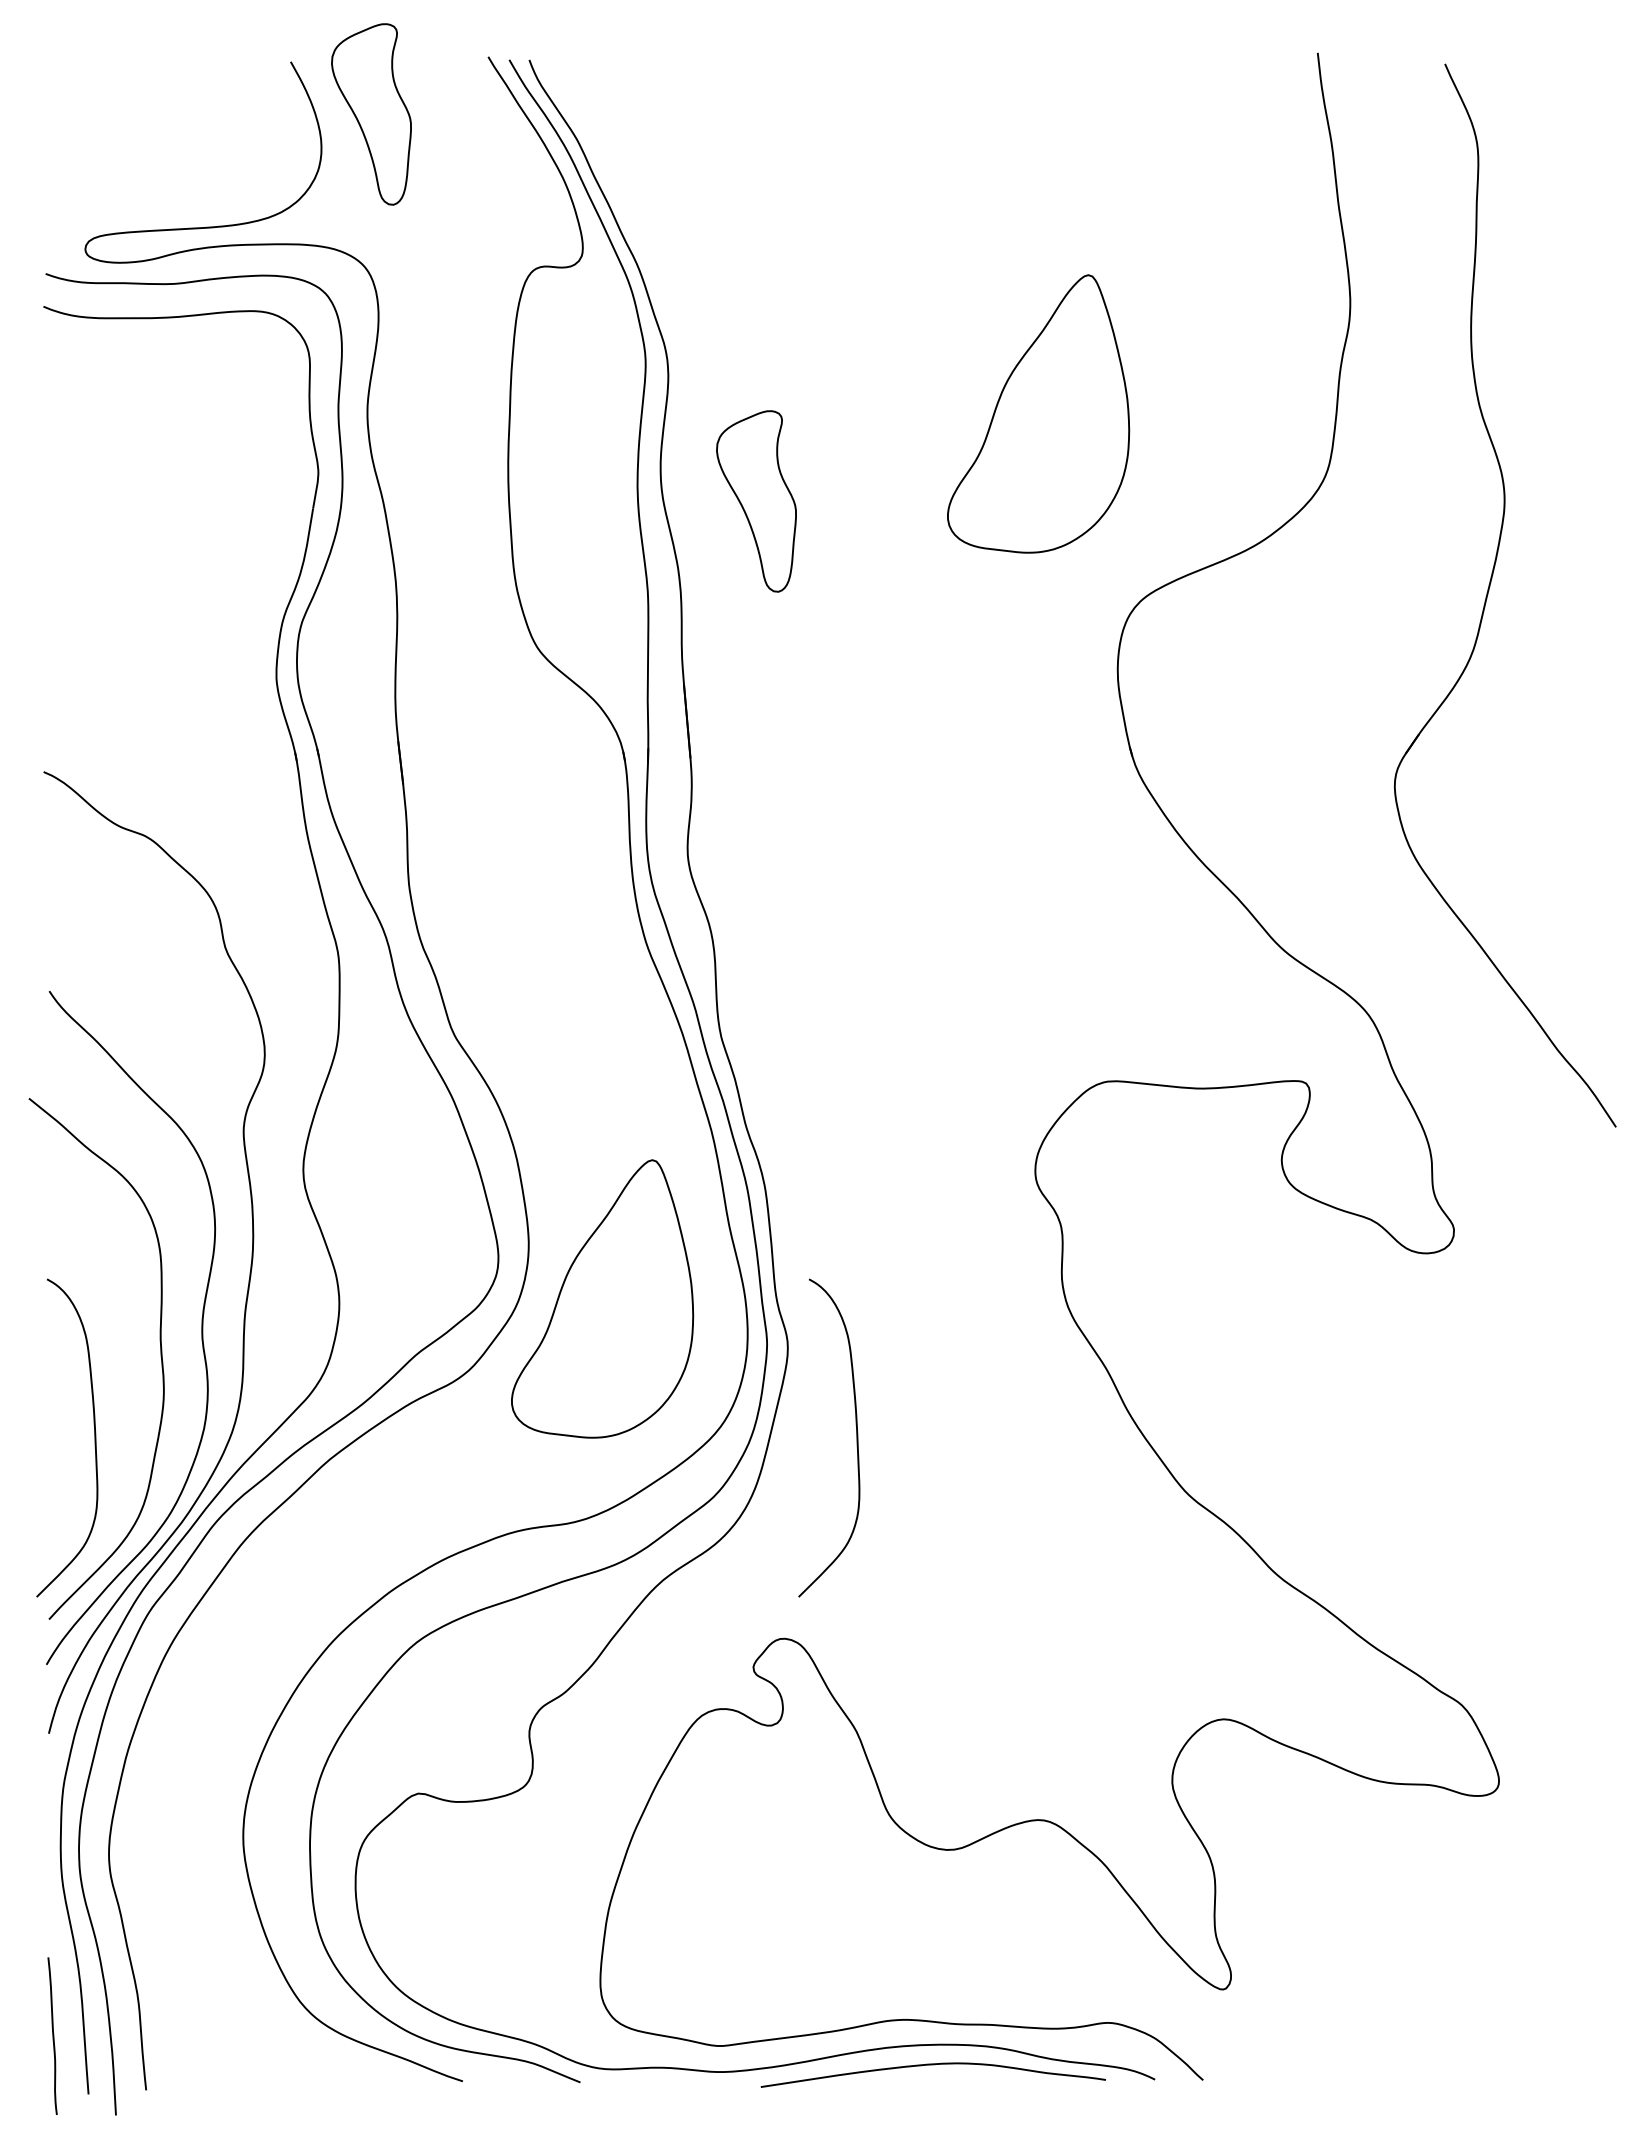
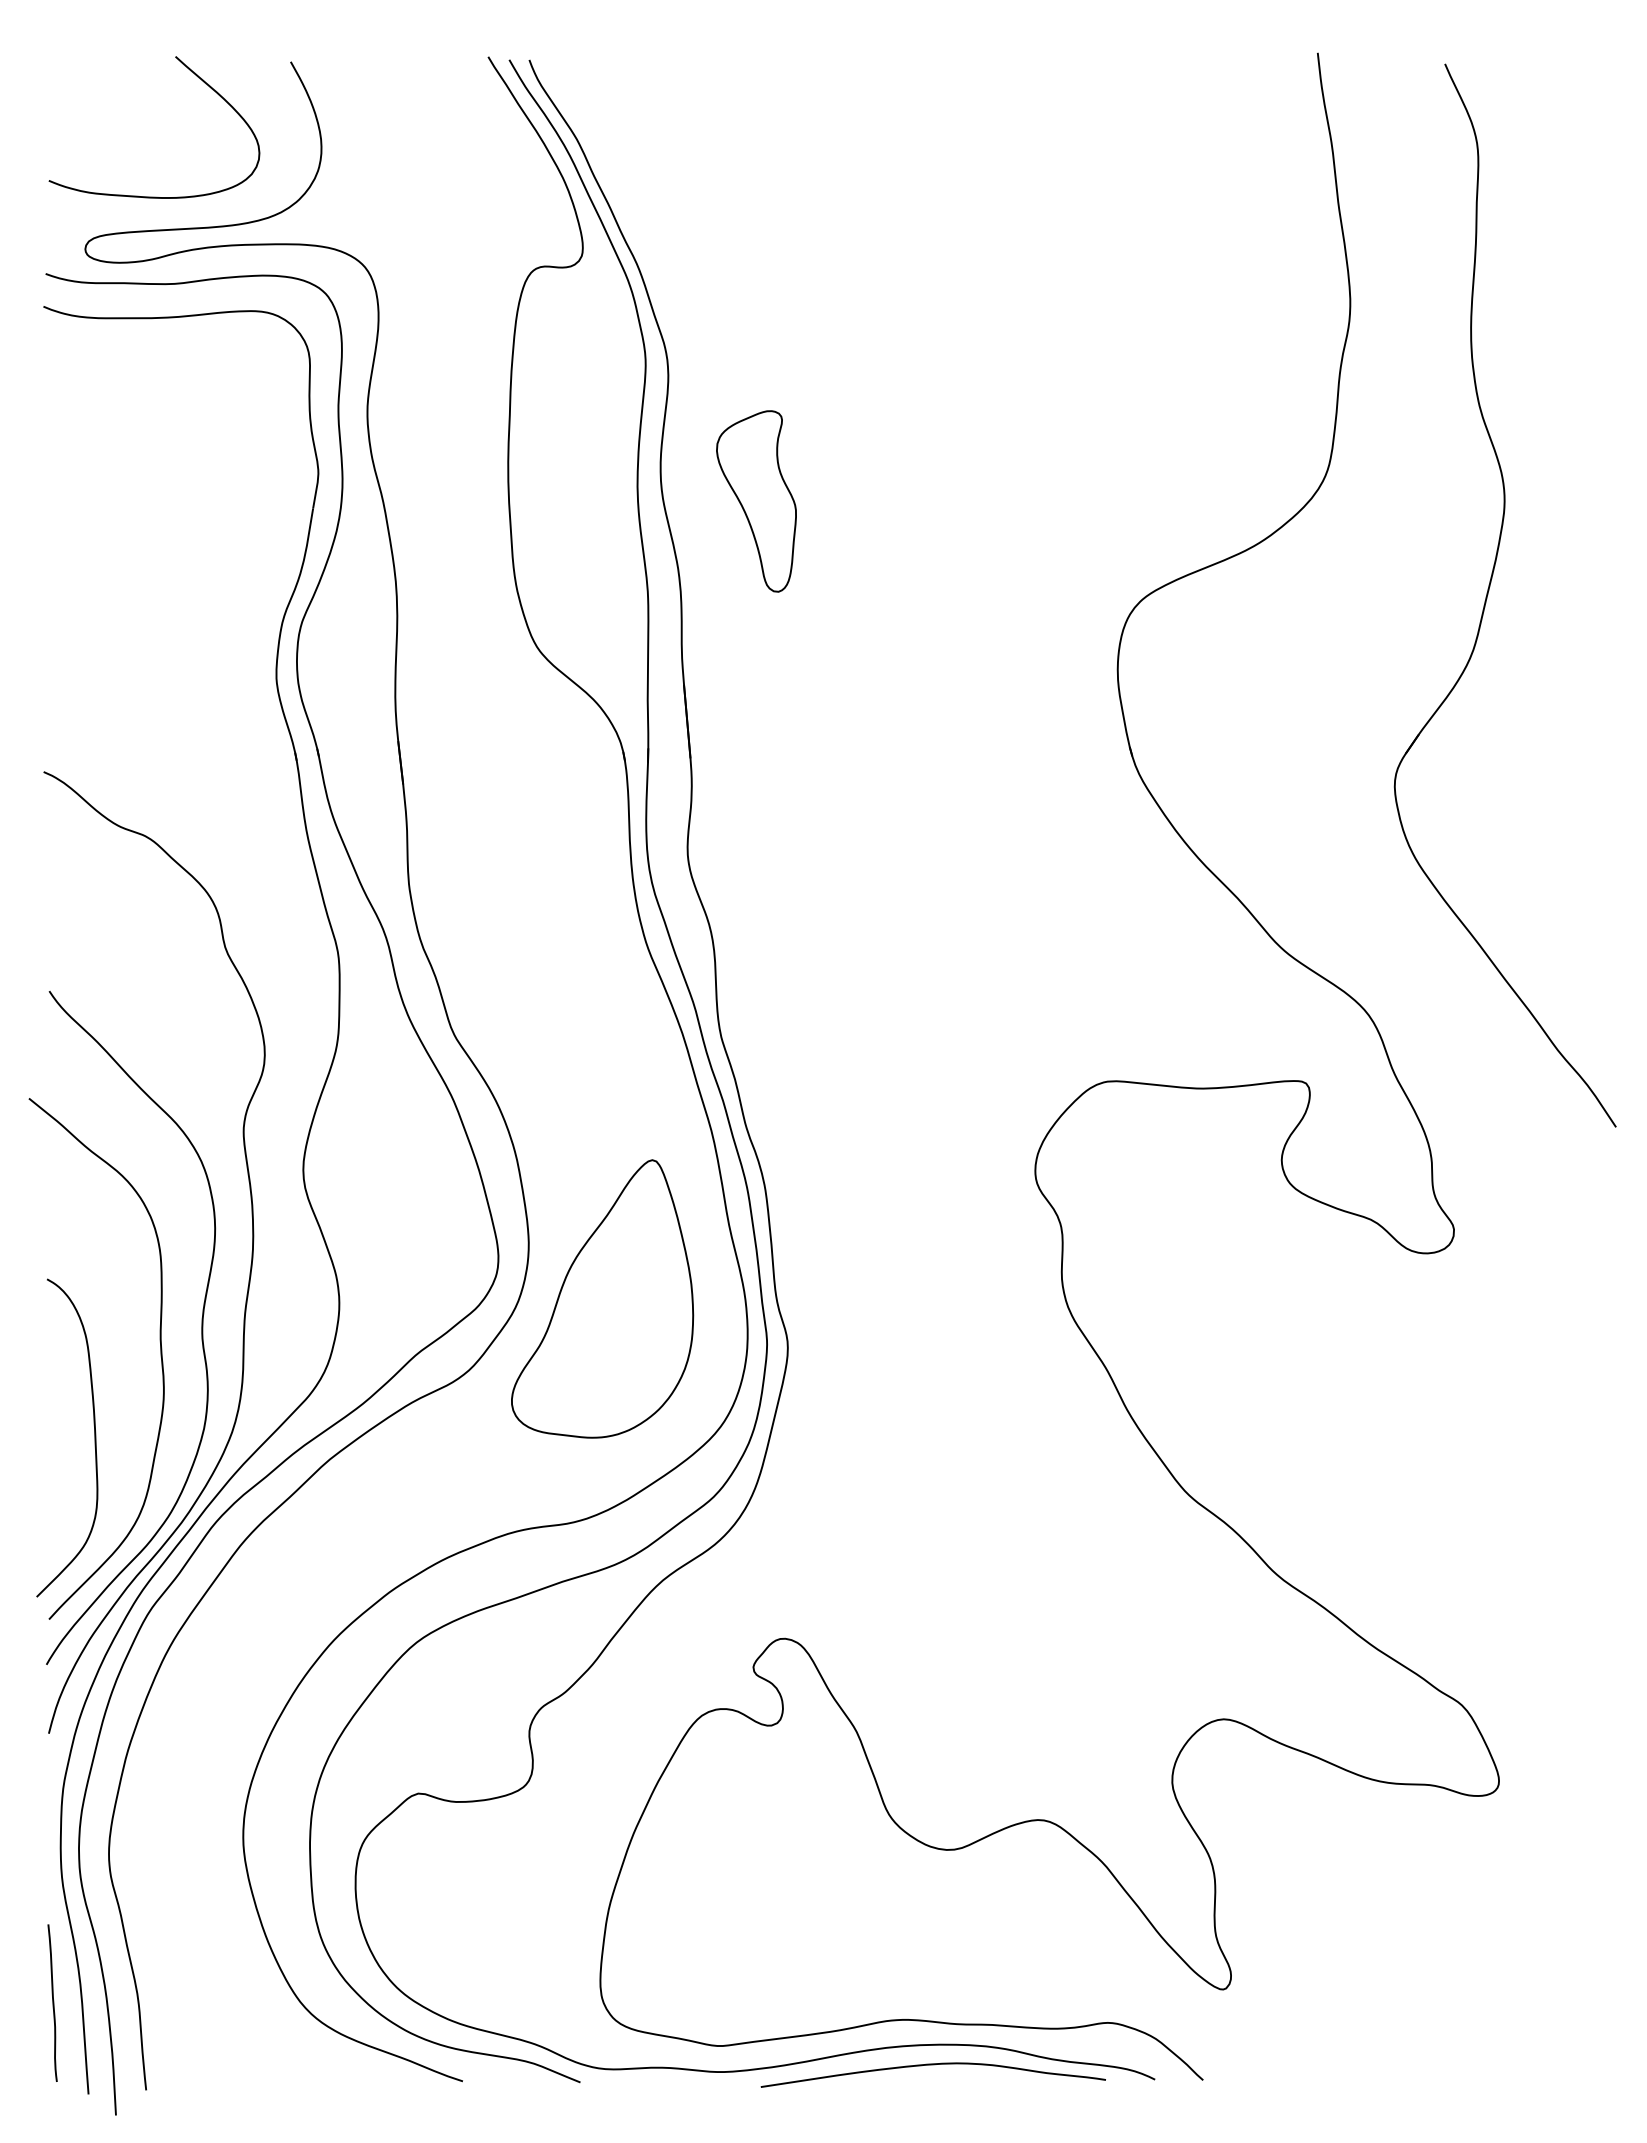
curve at (197, 77): none -> present
part at (371, 114): present -> none
part at (1038, 413): present -> none
curve at (856, 1437): present -> none
curve at (52, 2035) position: (52, 2035) -> (52, 2002)
